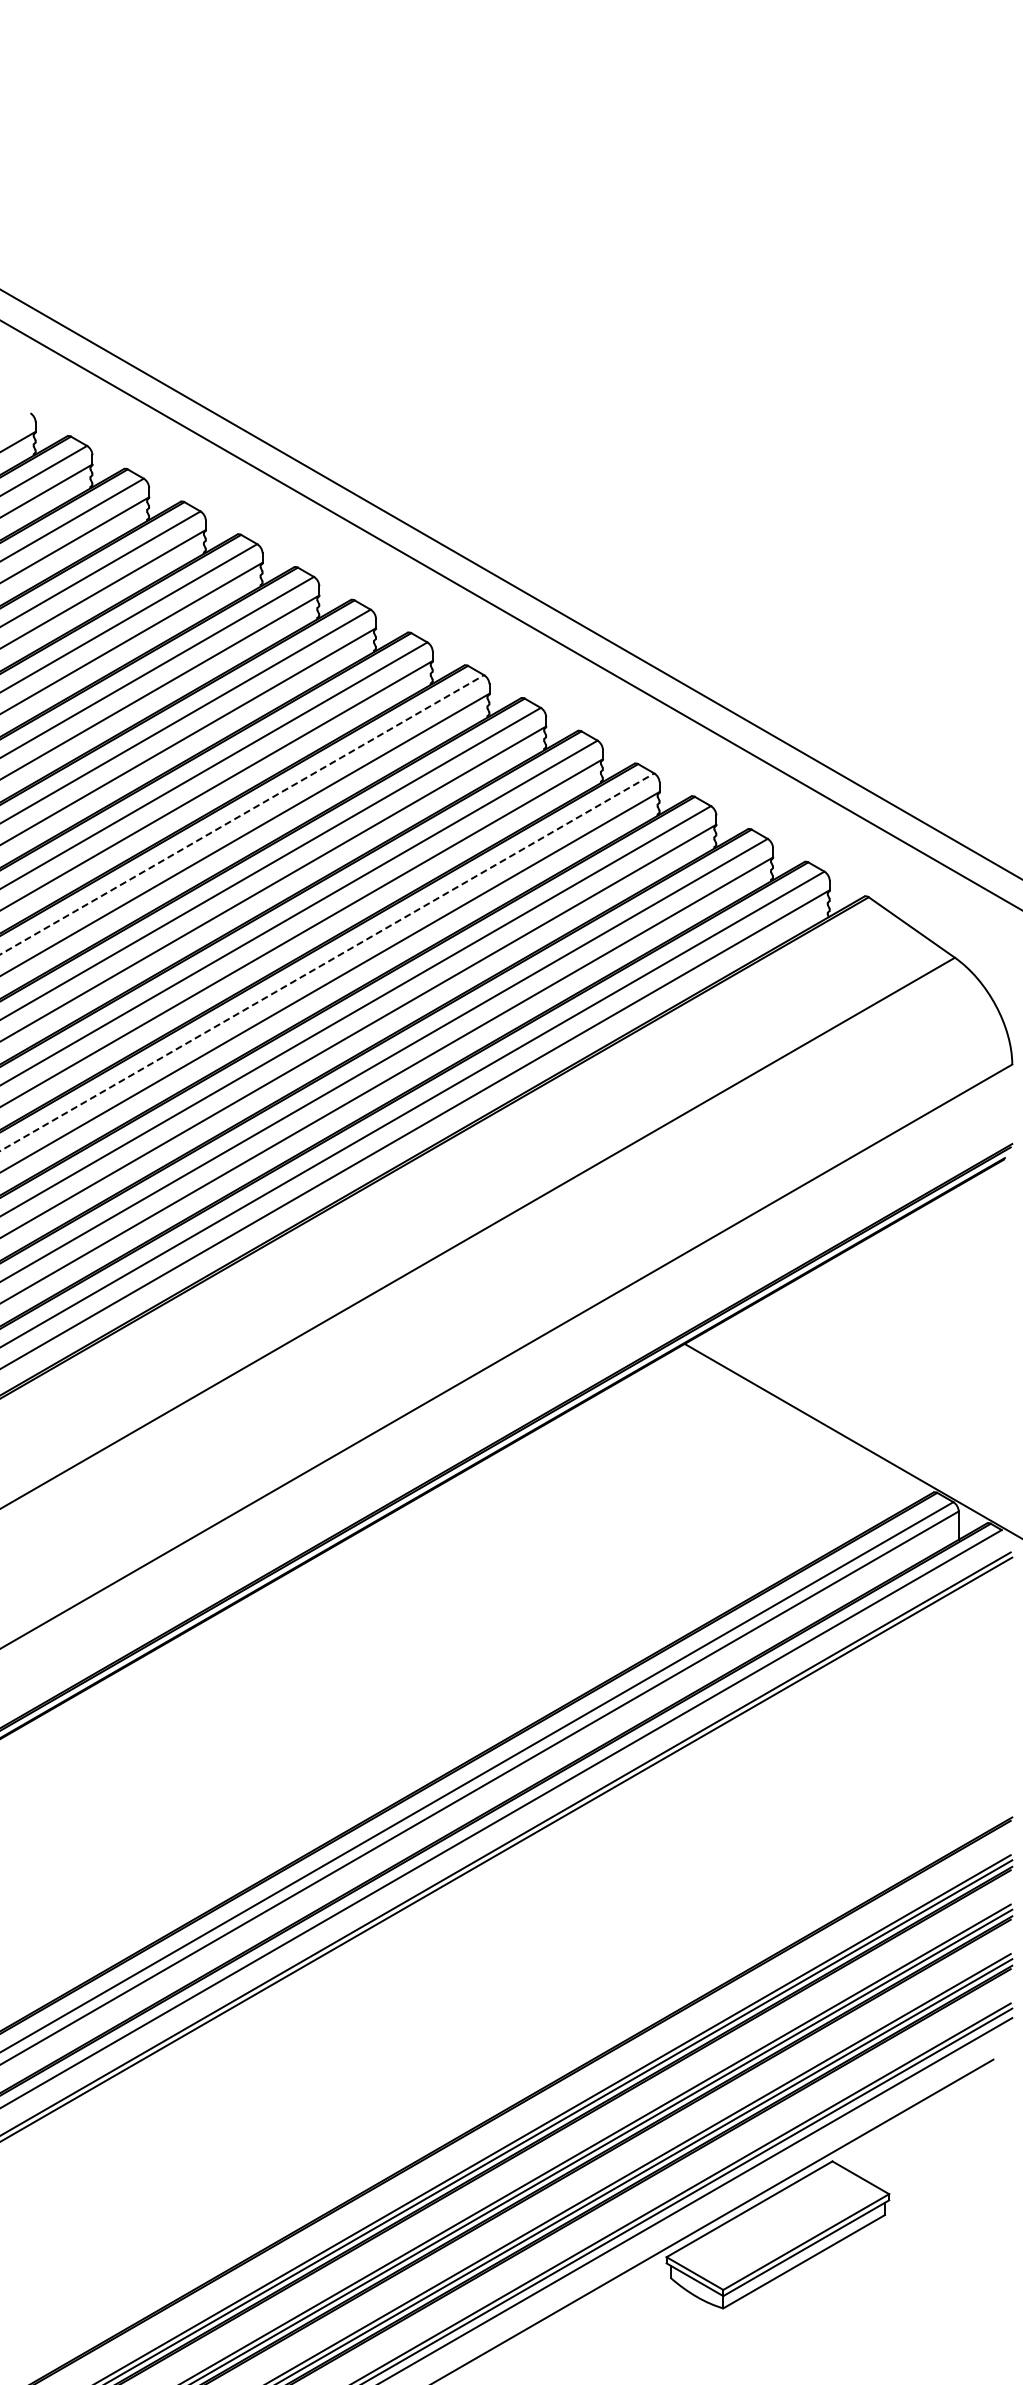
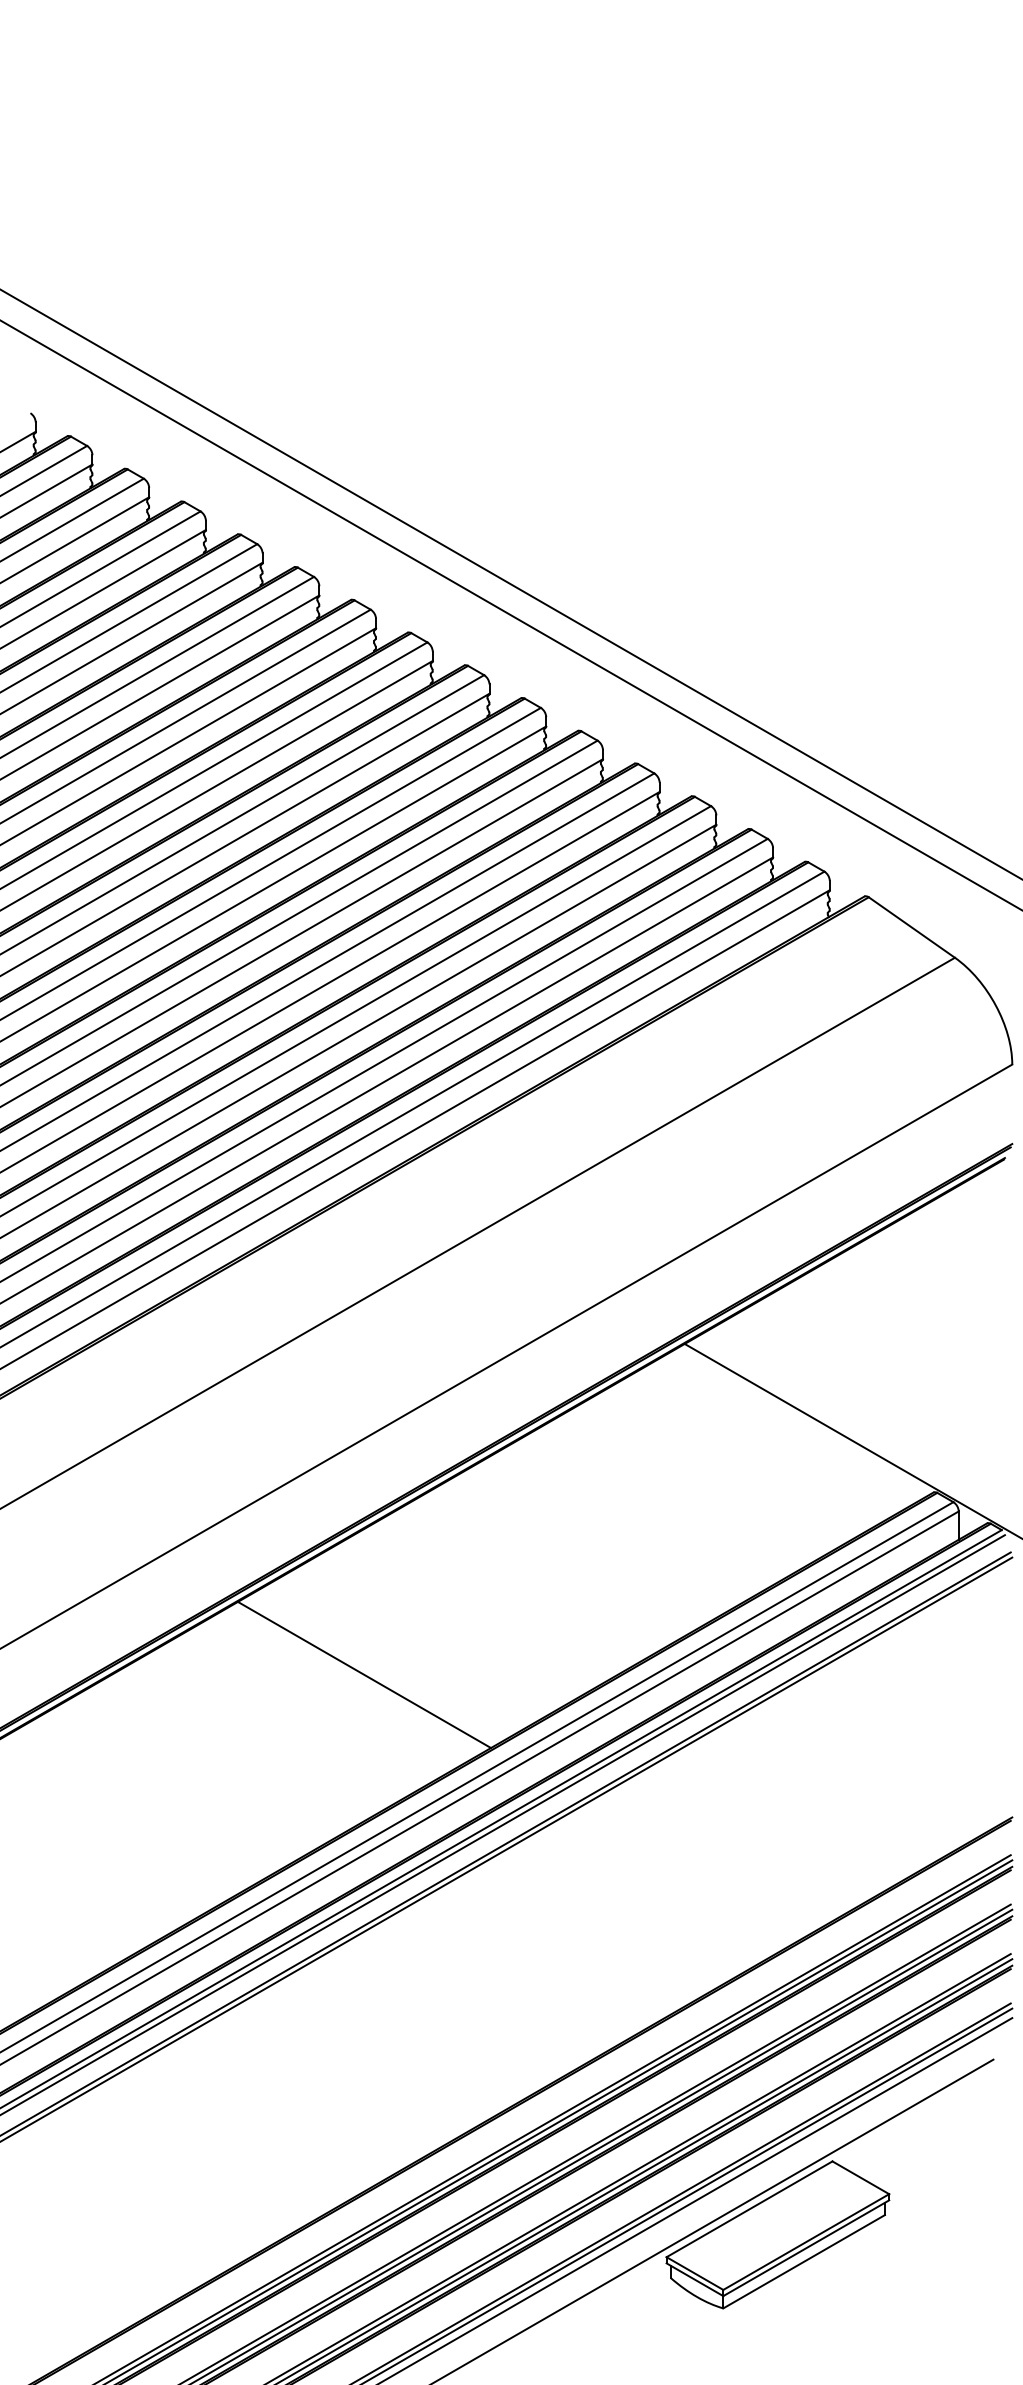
line at (242, 814): dashed -> solid
line at (327, 961): dashed -> solid
line at (364, 1674): none -> present
line at (503, 1824): none -> present
